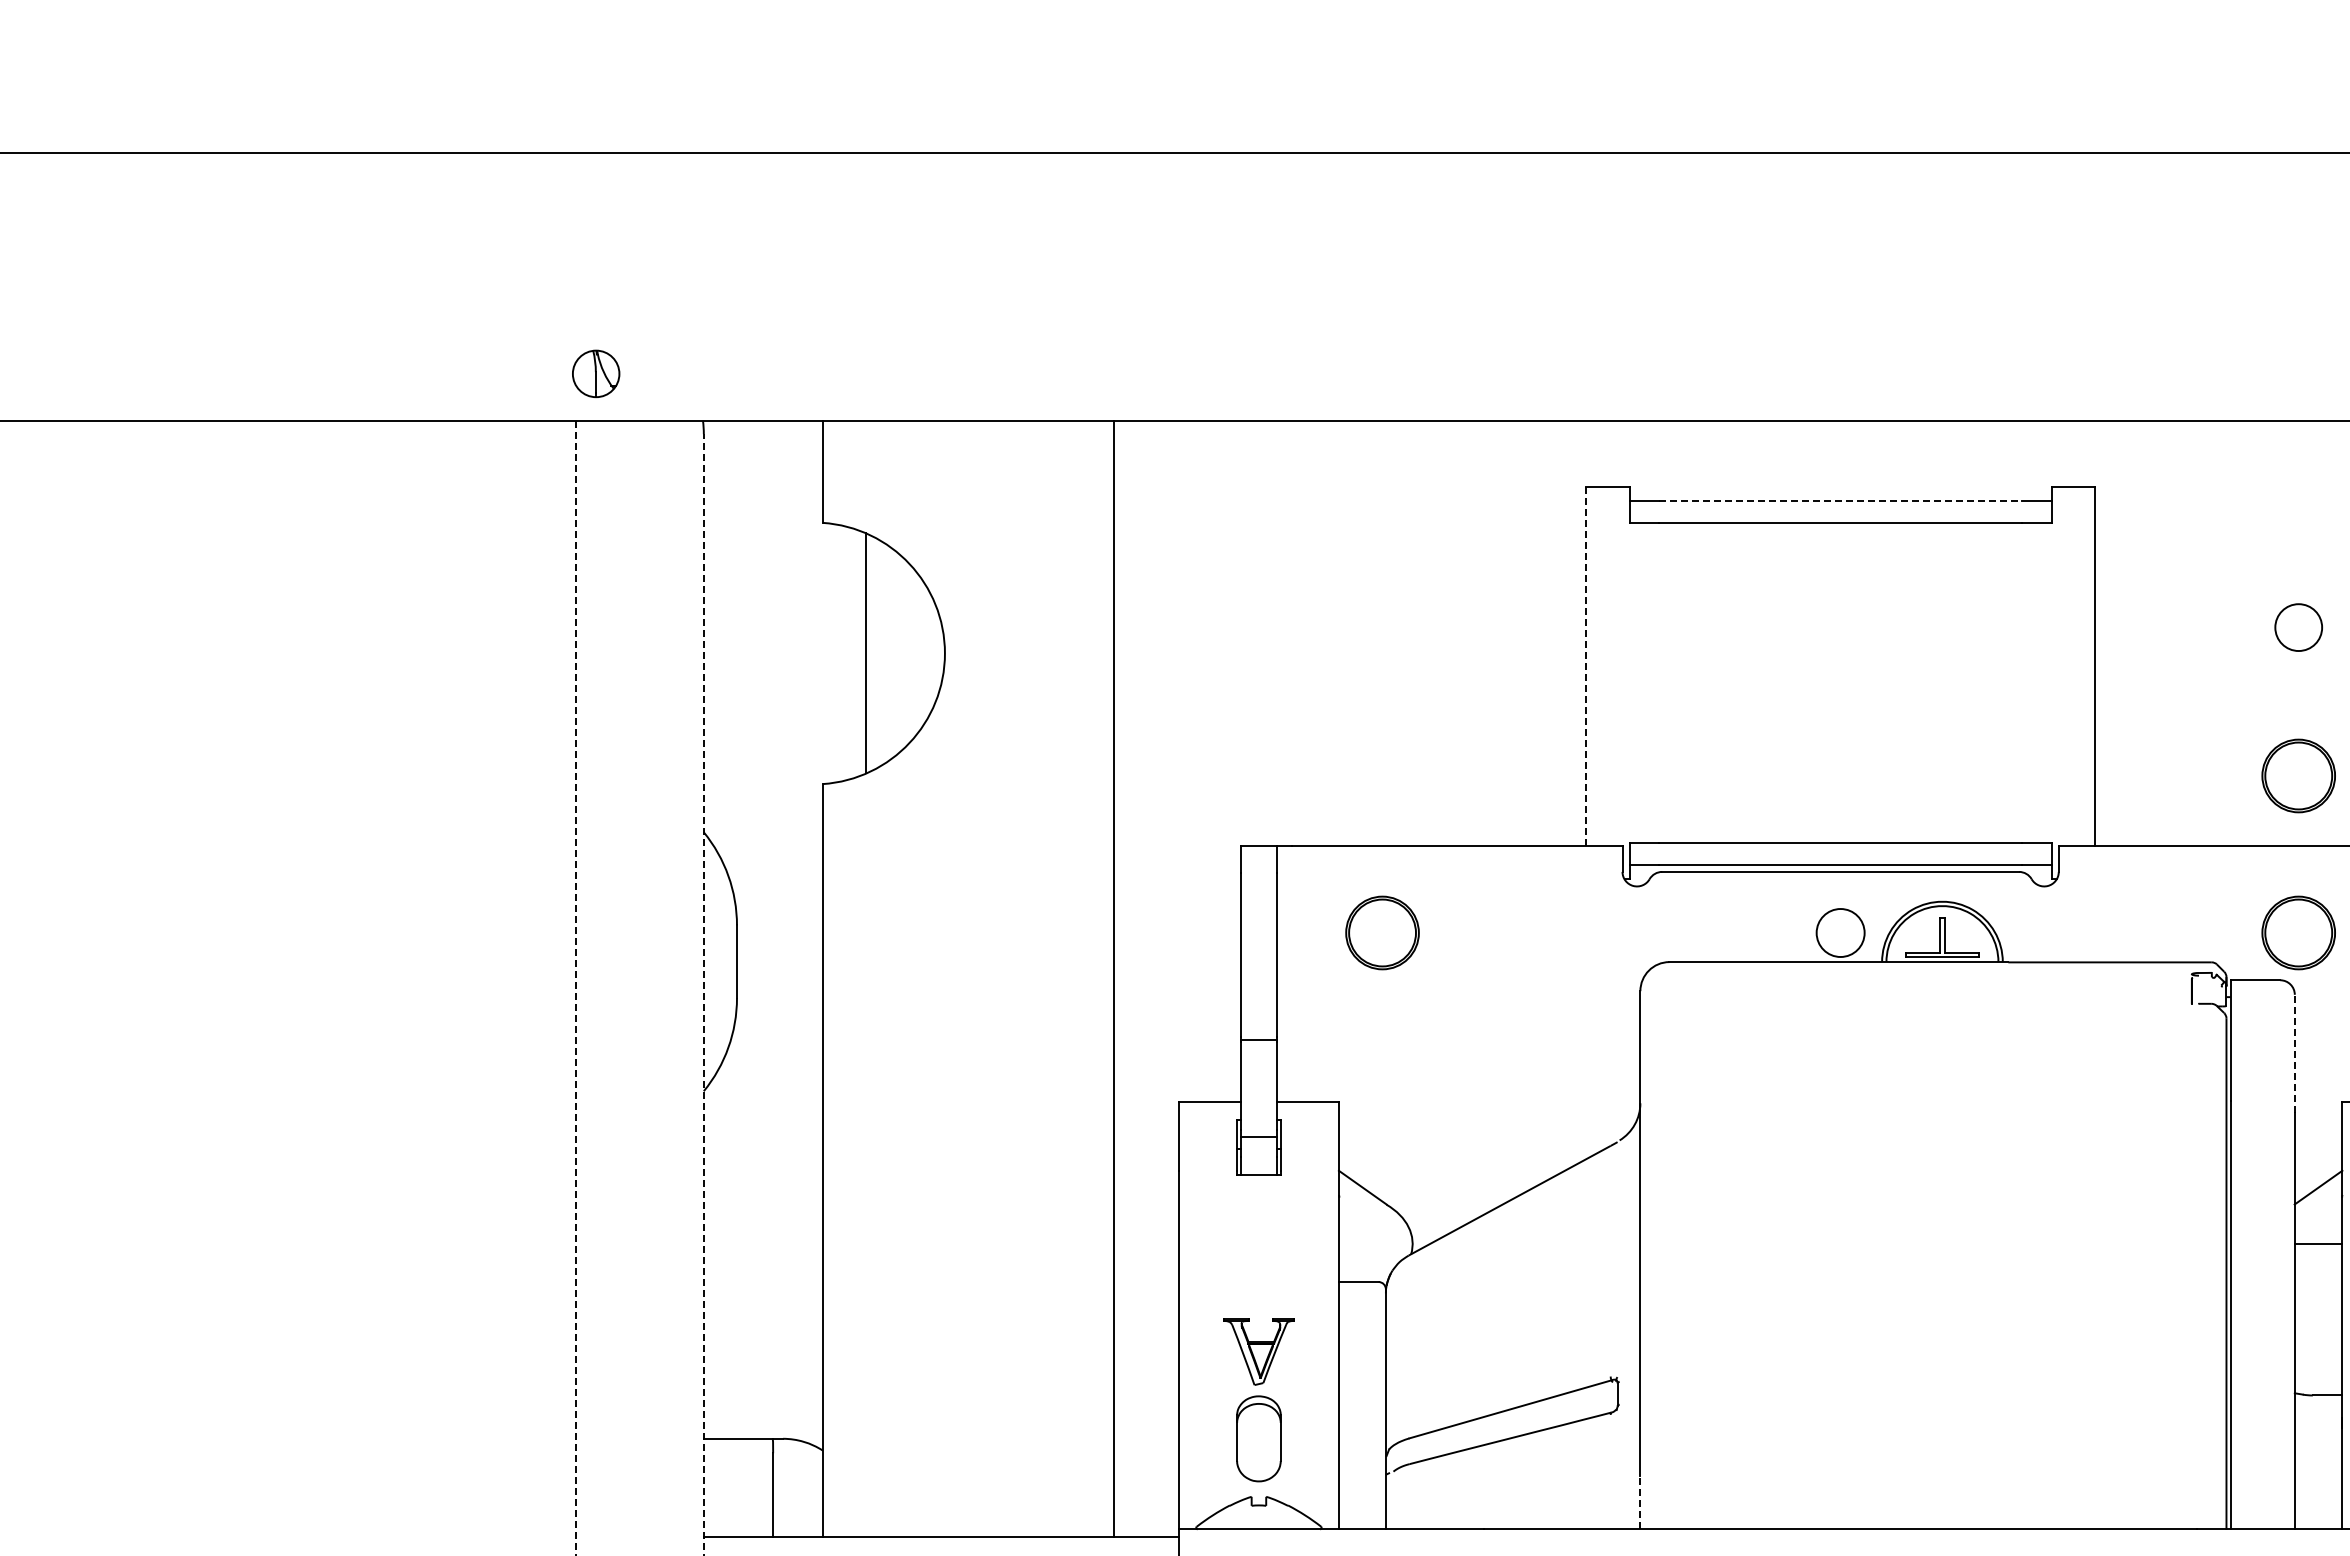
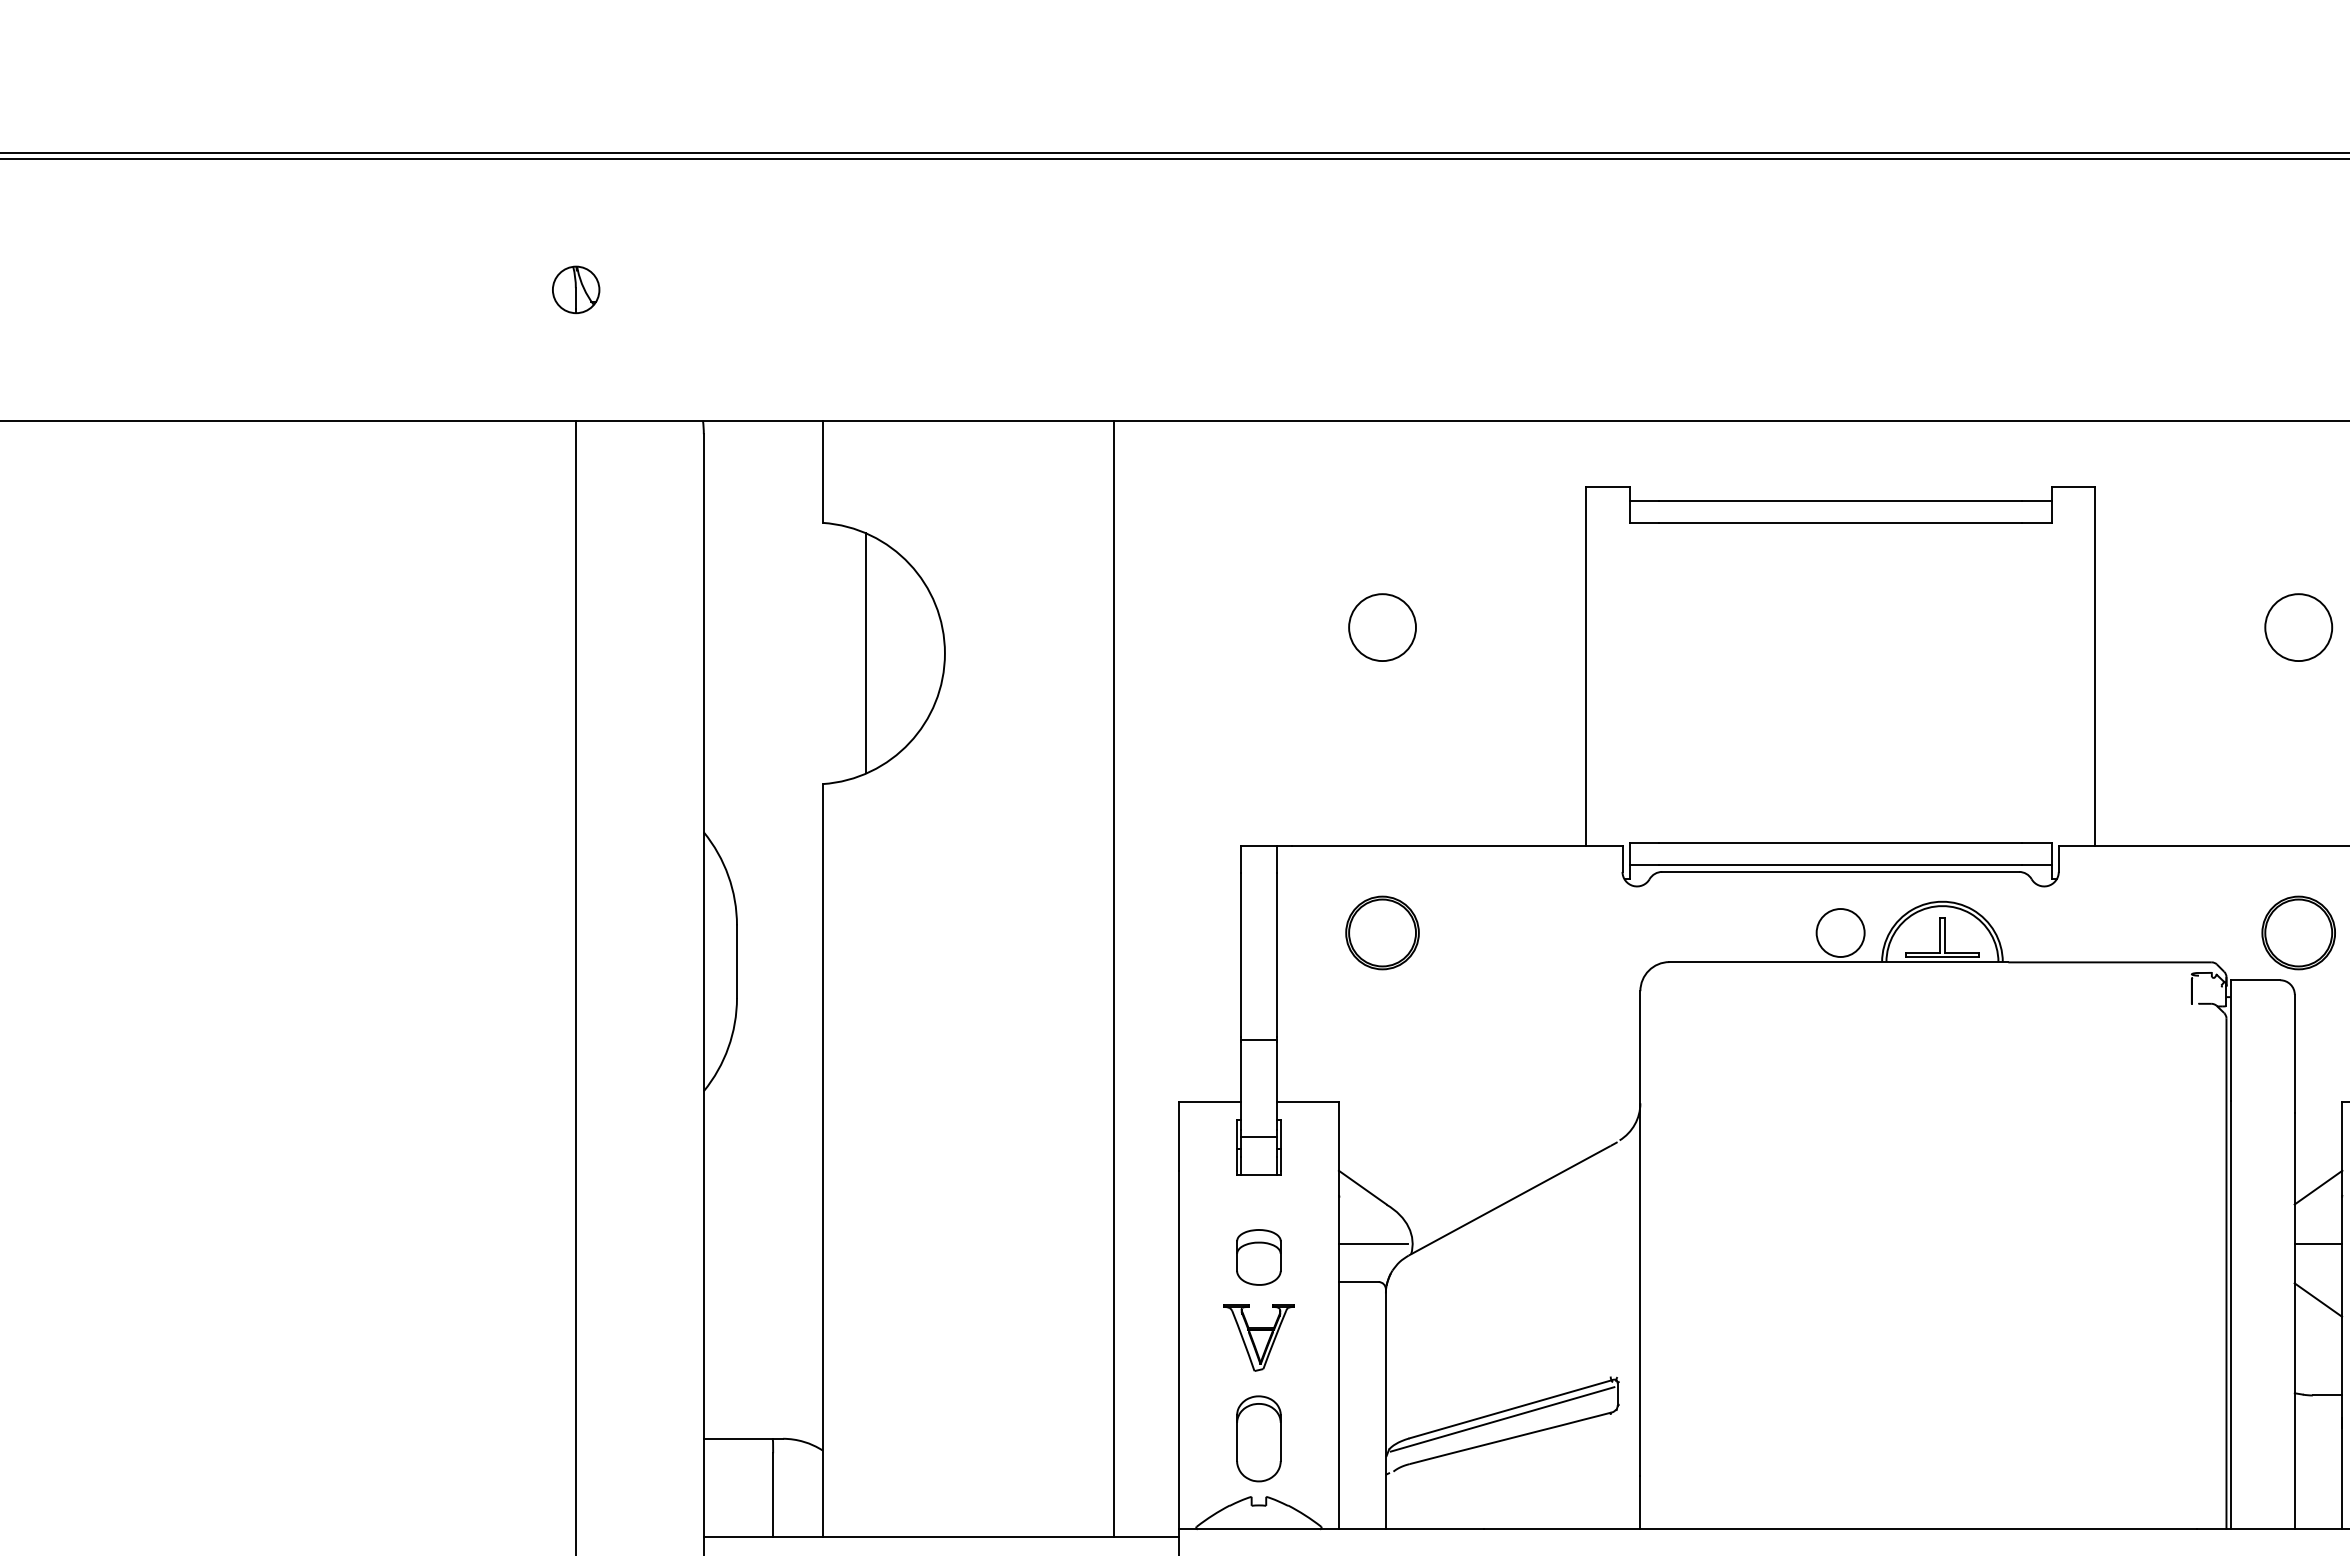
line at (1174, 159): none -> present
part at (596, 373) position: (596, 373) -> (576, 289)
line at (1840, 501): dashed -> solid
circle at (1382, 627): none -> present
circle at (2298, 627) diameter: 47 px -> 67 px
line at (1586, 666): dashed -> solid
part at (2298, 775): present -> none
line at (575, 988): dashed -> solid
line at (703, 995): dashed -> solid
line at (2294, 1053): dashed -> solid
line at (1373, 1243): none -> present
part at (1258, 1257): none -> present
line at (2318, 1299): none -> present
part at (1258, 1351) position: (1258, 1351) -> (1258, 1337)
line at (1502, 1419): none -> present
line at (1640, 1502): dashed -> solid
